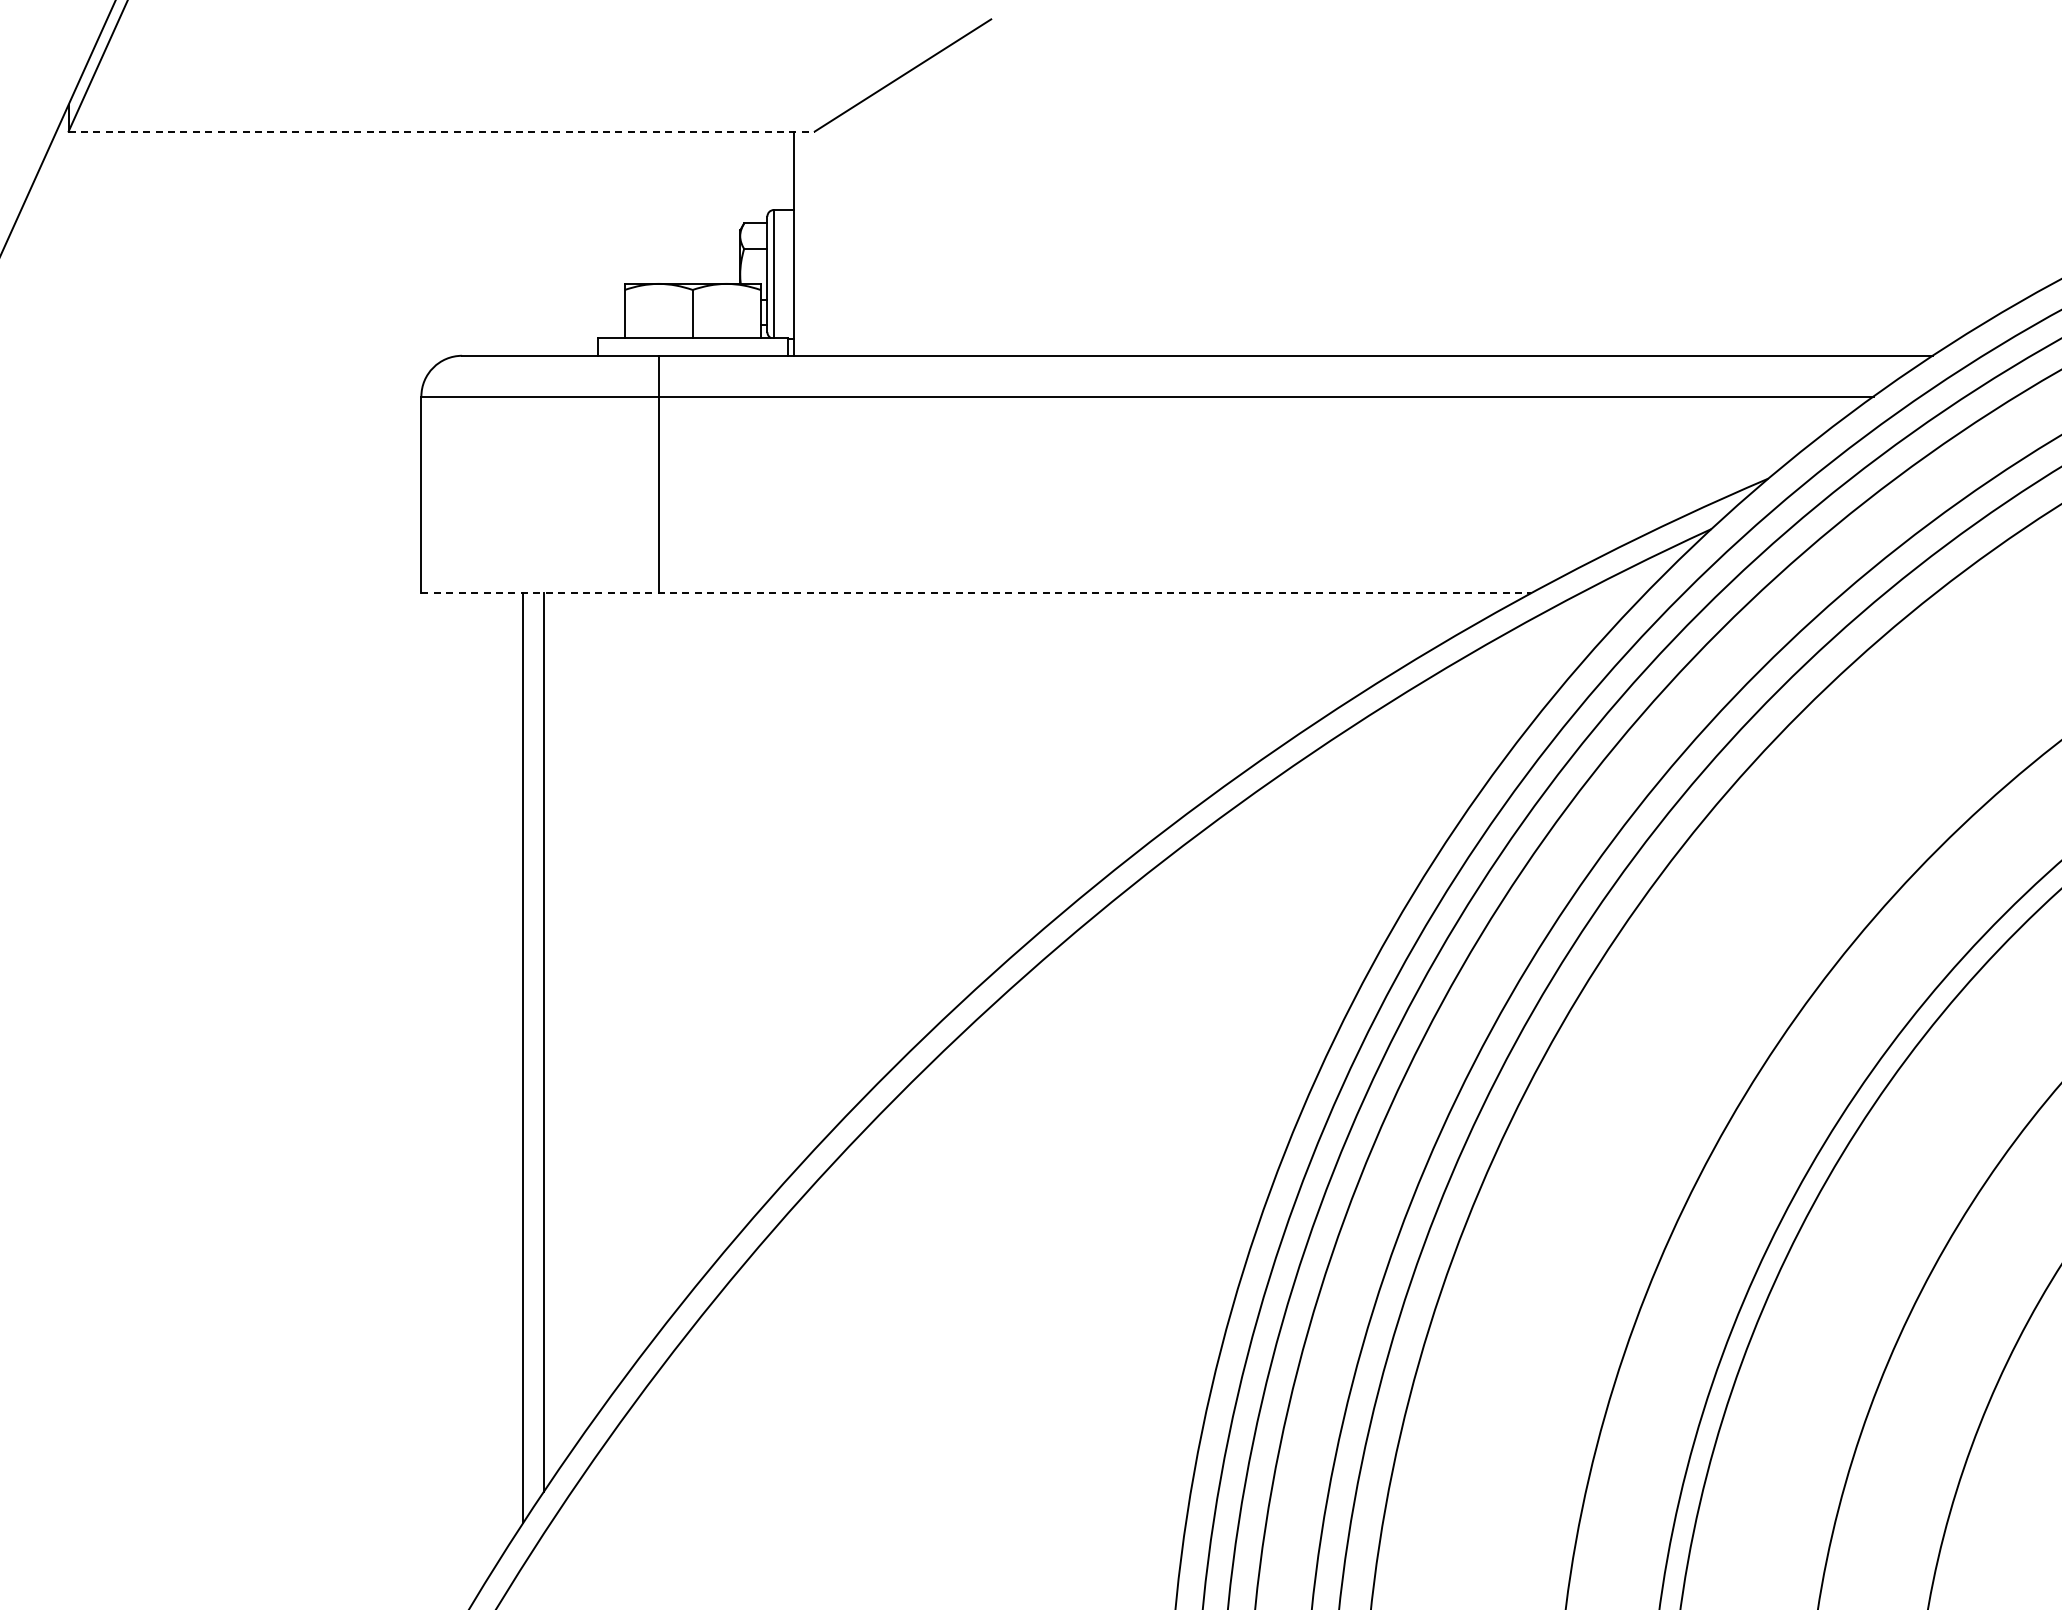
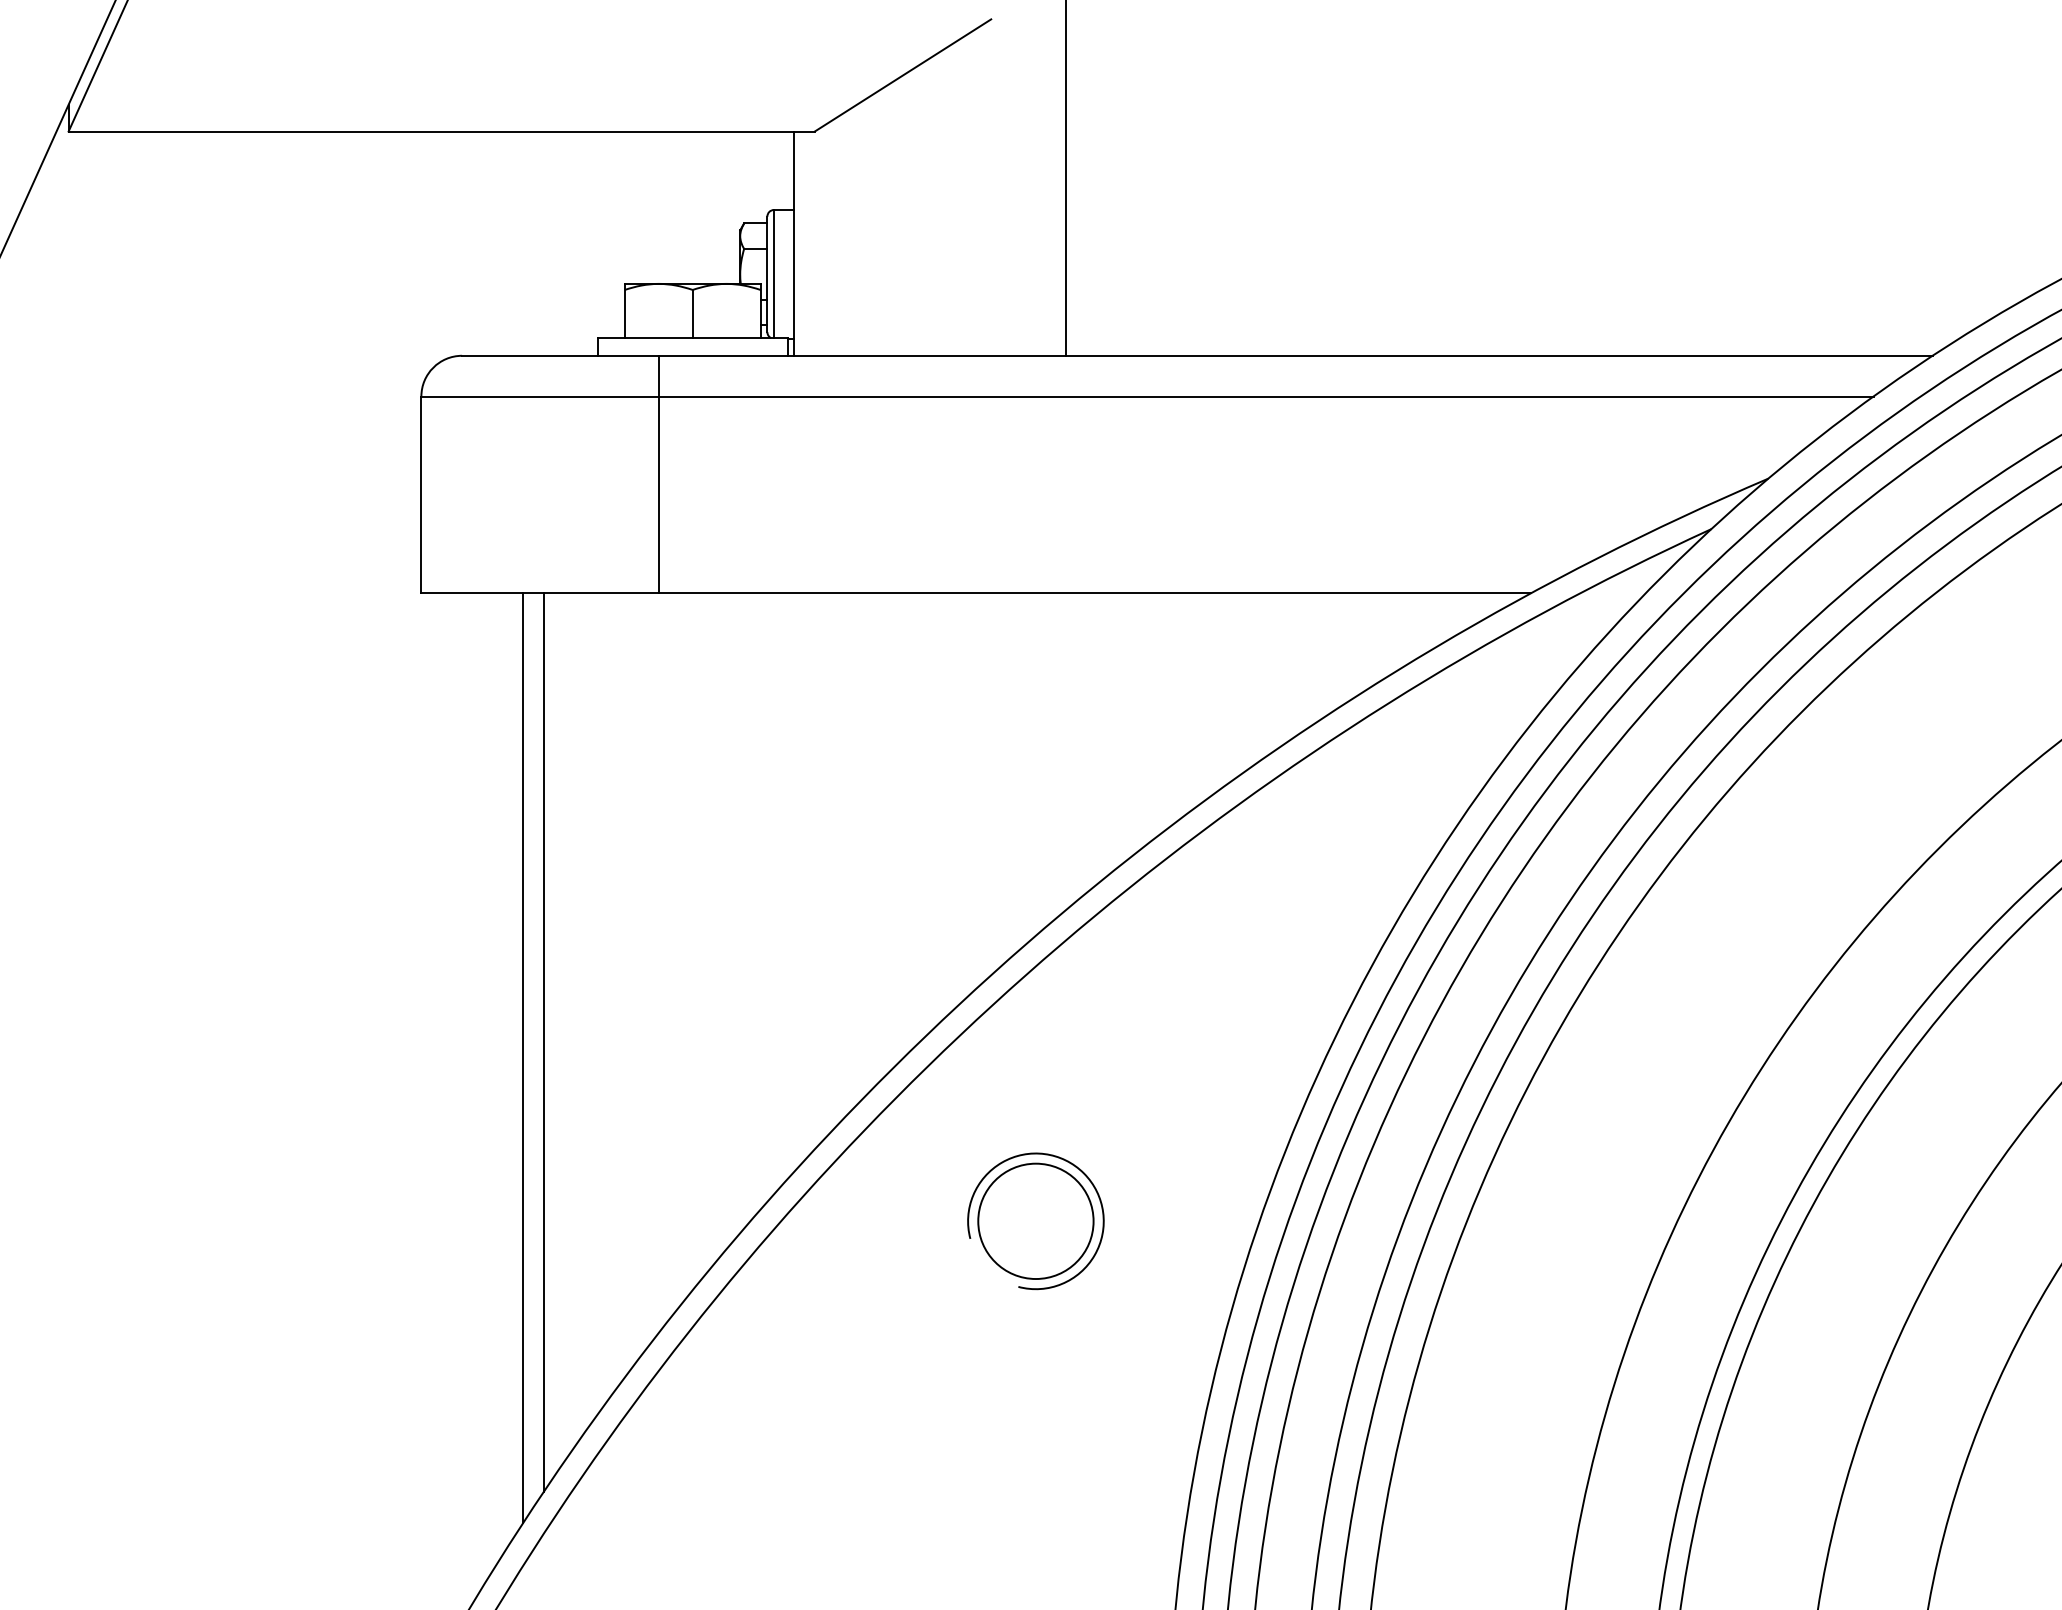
line at (442, 131): dashed -> solid
line at (1065, 178): none -> present
line at (976, 593): dashed -> solid
part at (1035, 1221): none -> present
